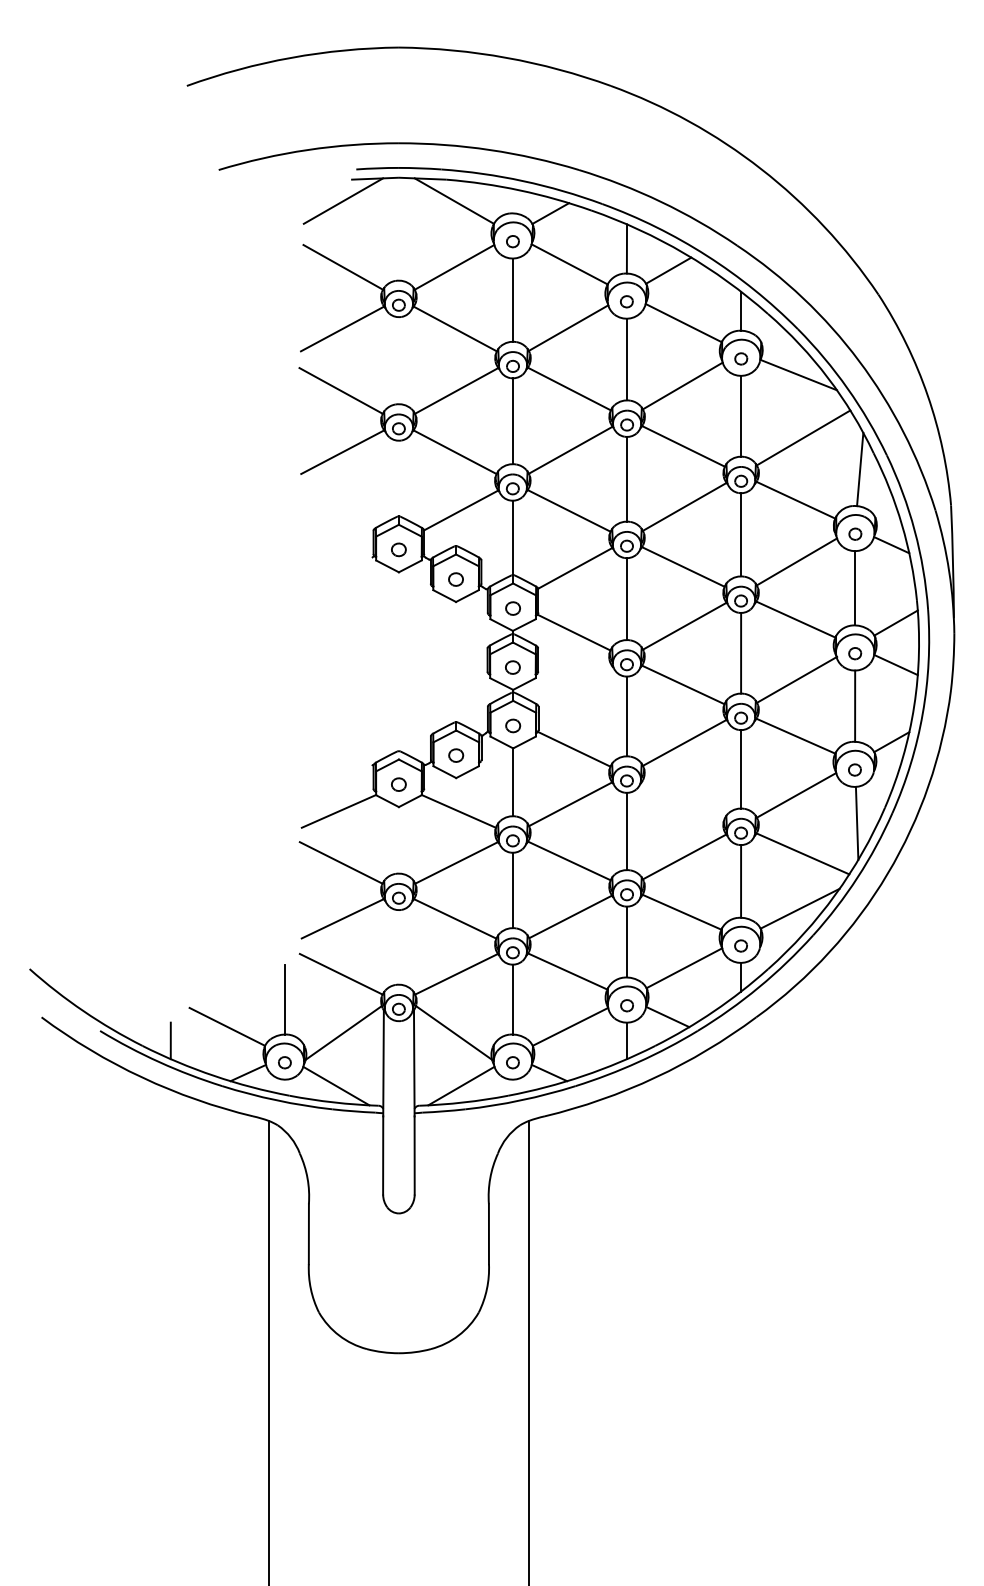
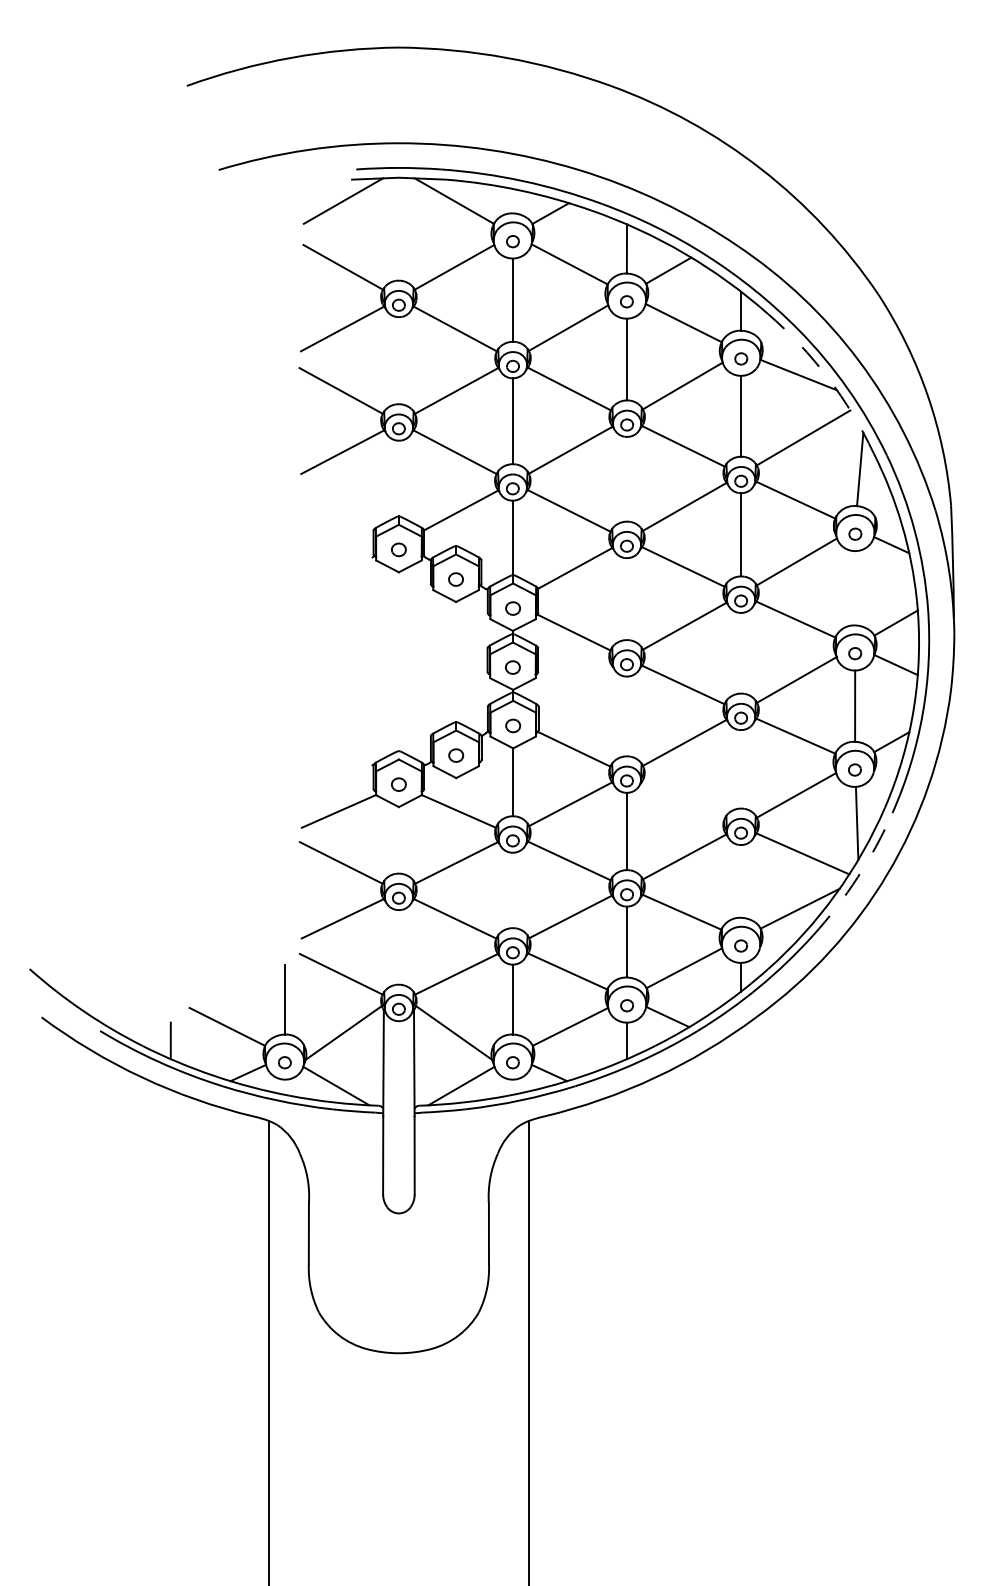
arc at (828, 378): solid -> dashed
line at (627, 478): present -> none
line at (855, 588): present -> none
line at (627, 599): present -> none
line at (741, 652): present -> none
line at (627, 716): present -> none
line at (741, 769): present -> none
arc at (857, 877): solid -> dashed
line at (741, 881): present -> none
line at (512, 890): present -> none
